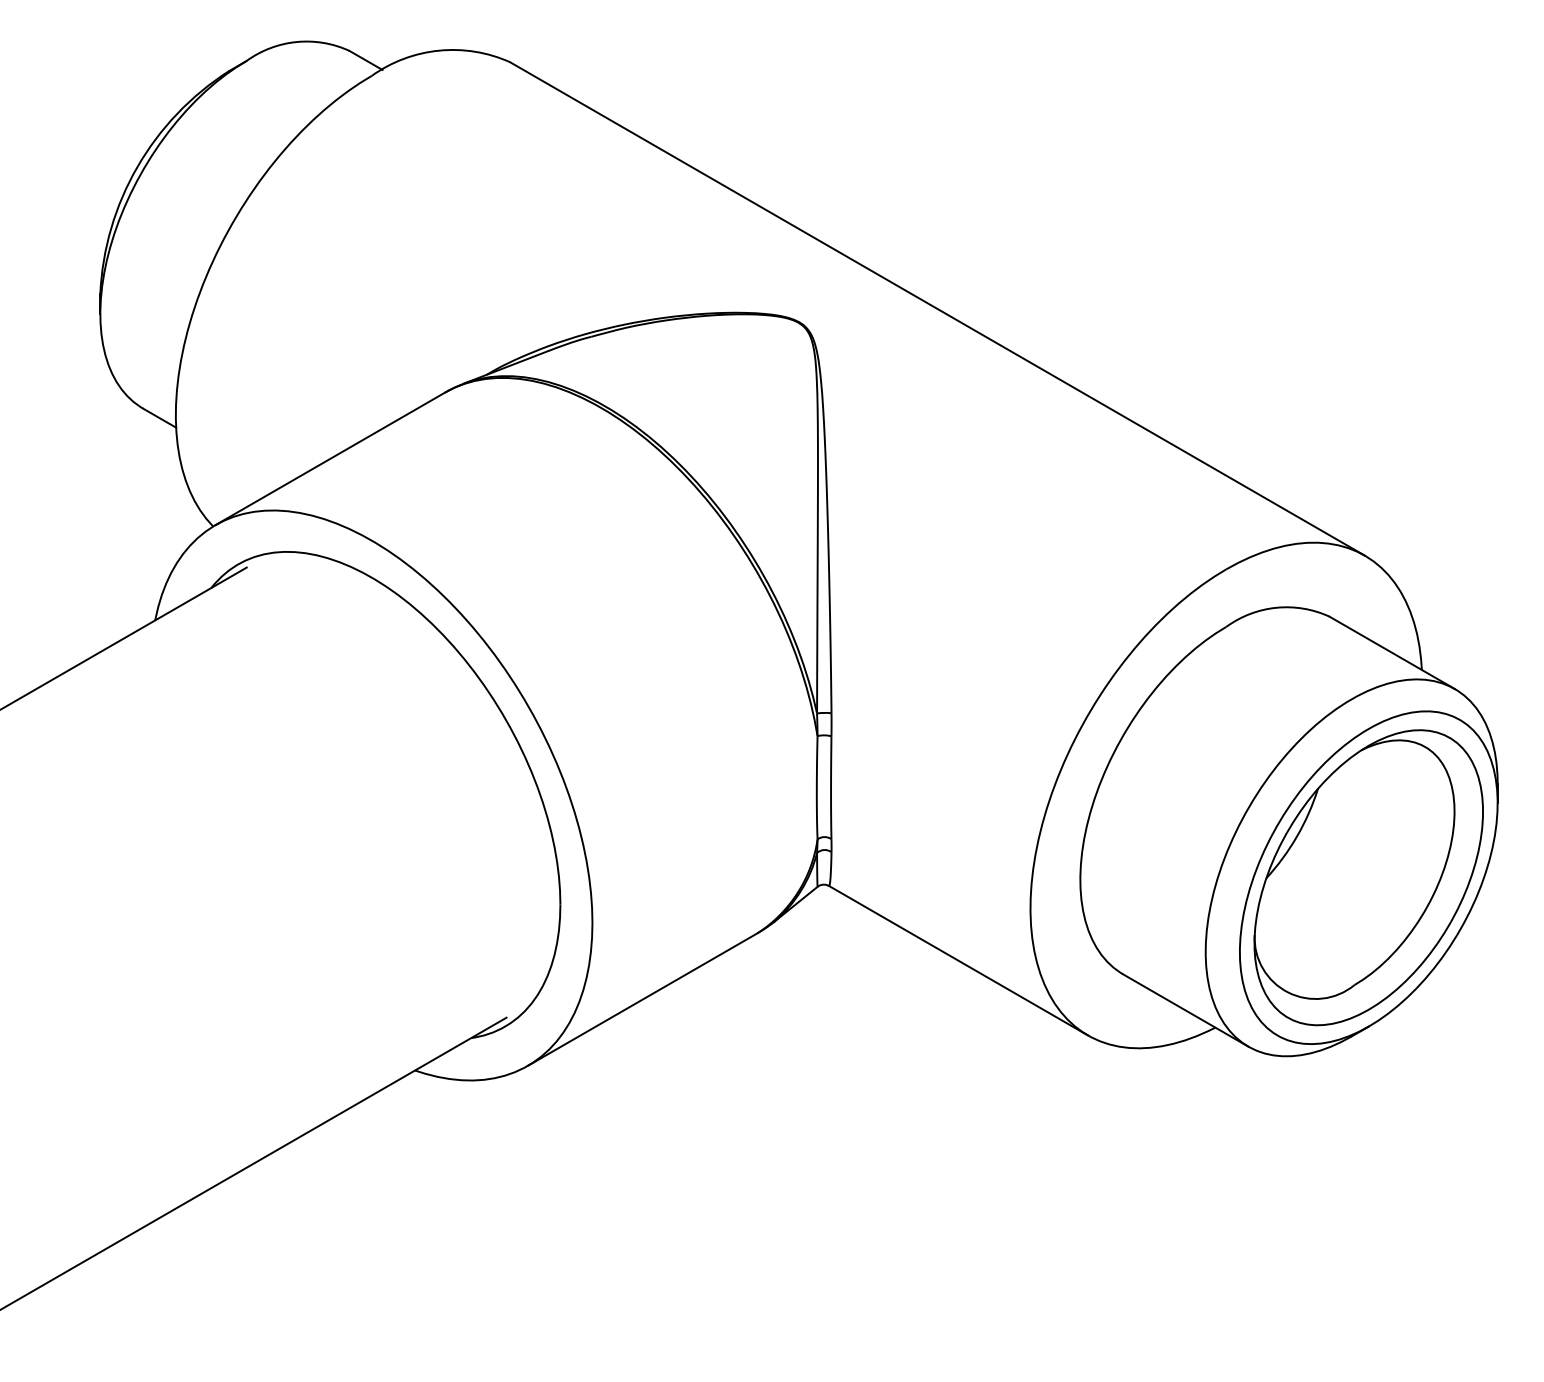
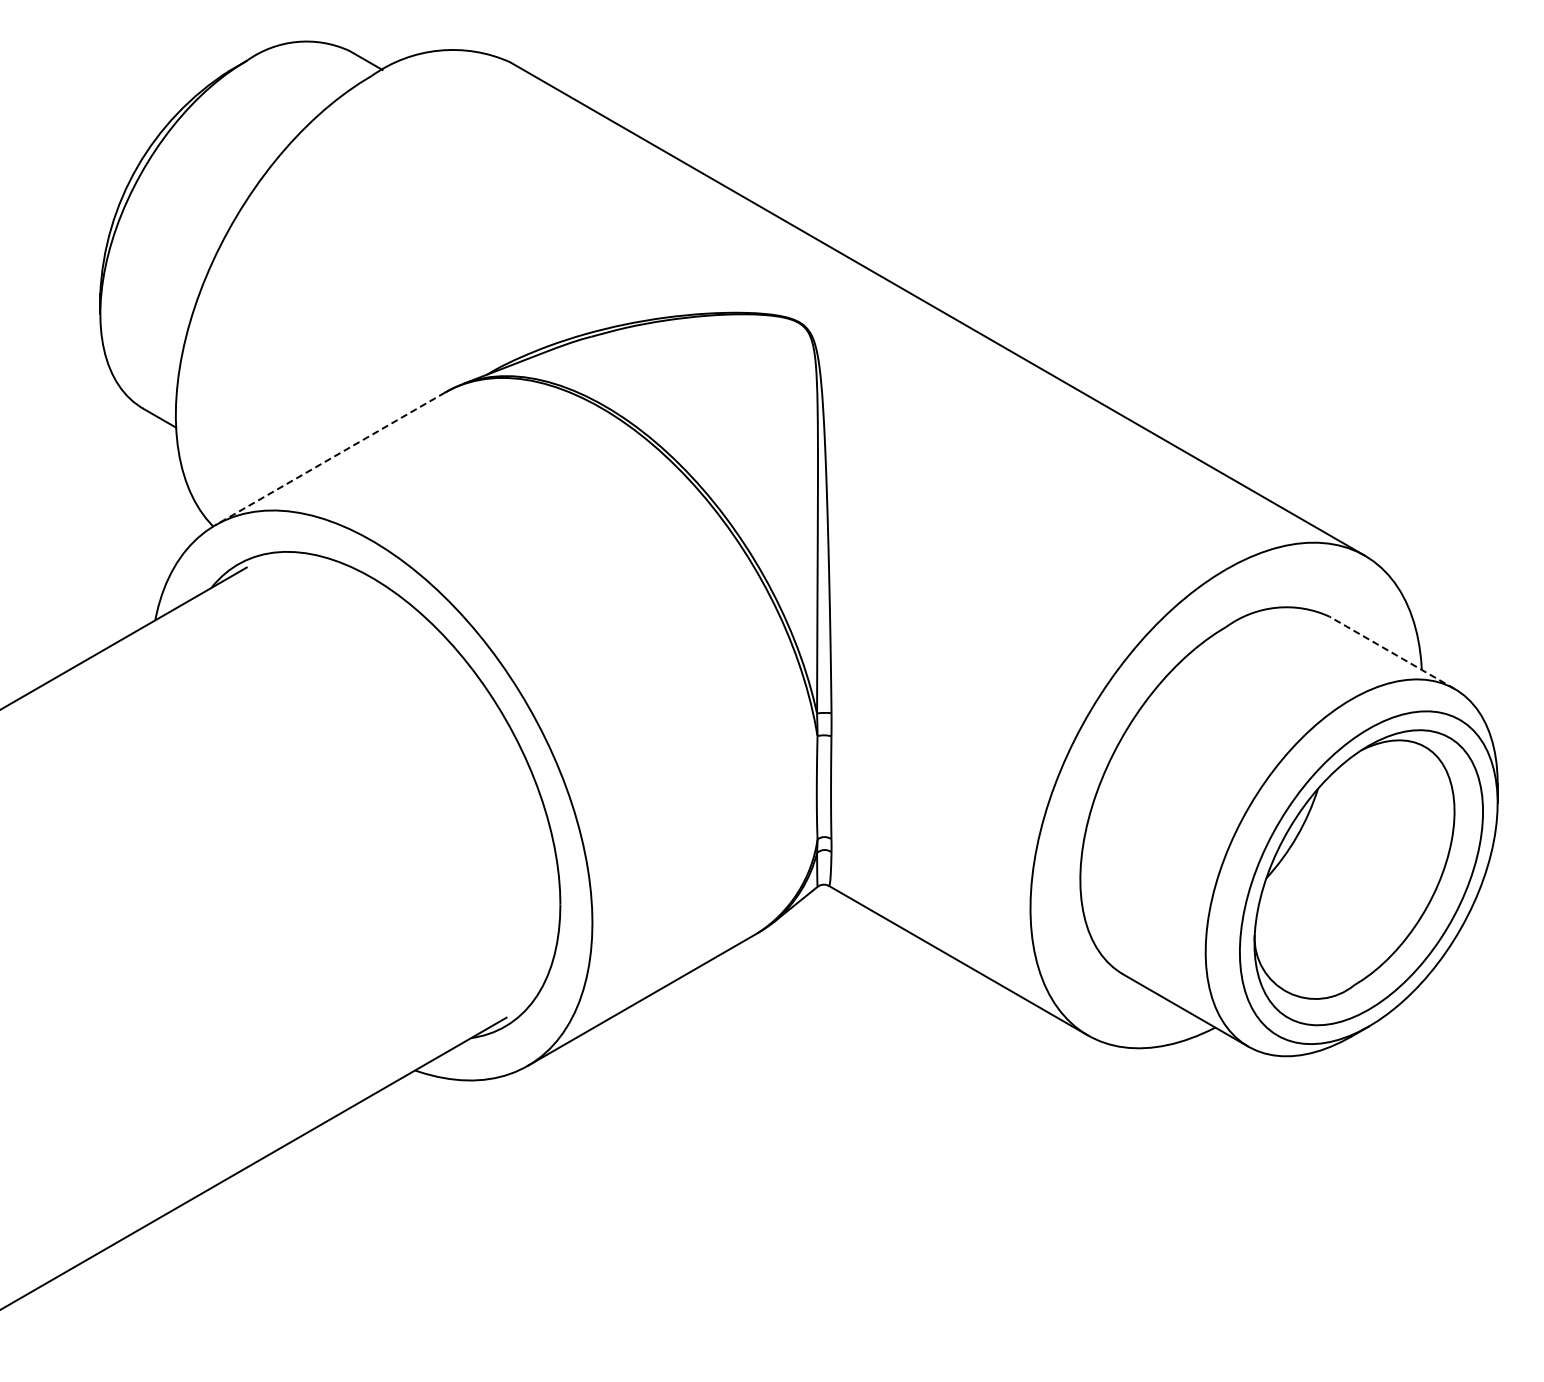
line at (330, 458): solid -> dashed
line at (1391, 652): solid -> dashed
